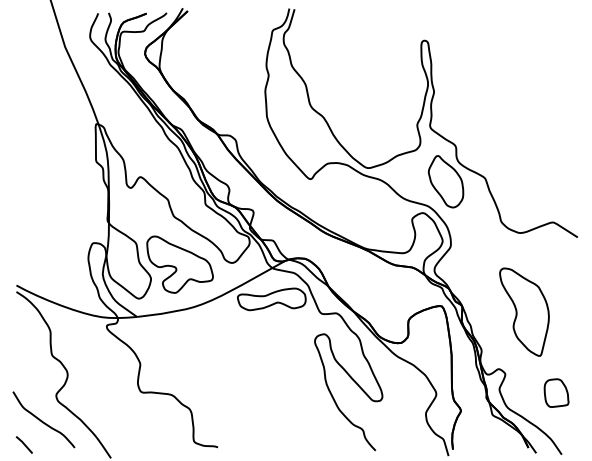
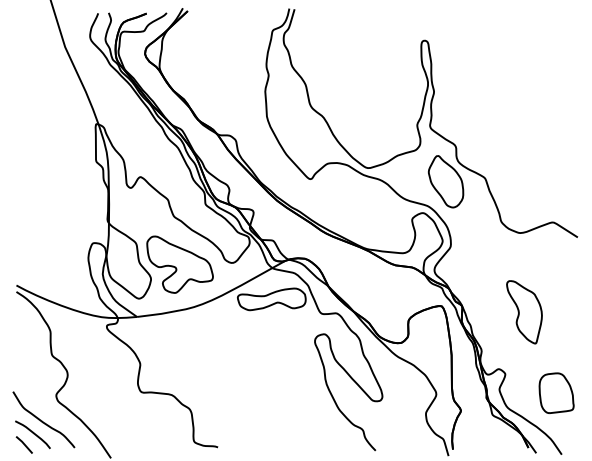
part at (524, 311) size: 51x90 px -> 37x65 px
part at (556, 392) size: 27x30 px -> 37x42 px
curve at (32, 433): none -> present
